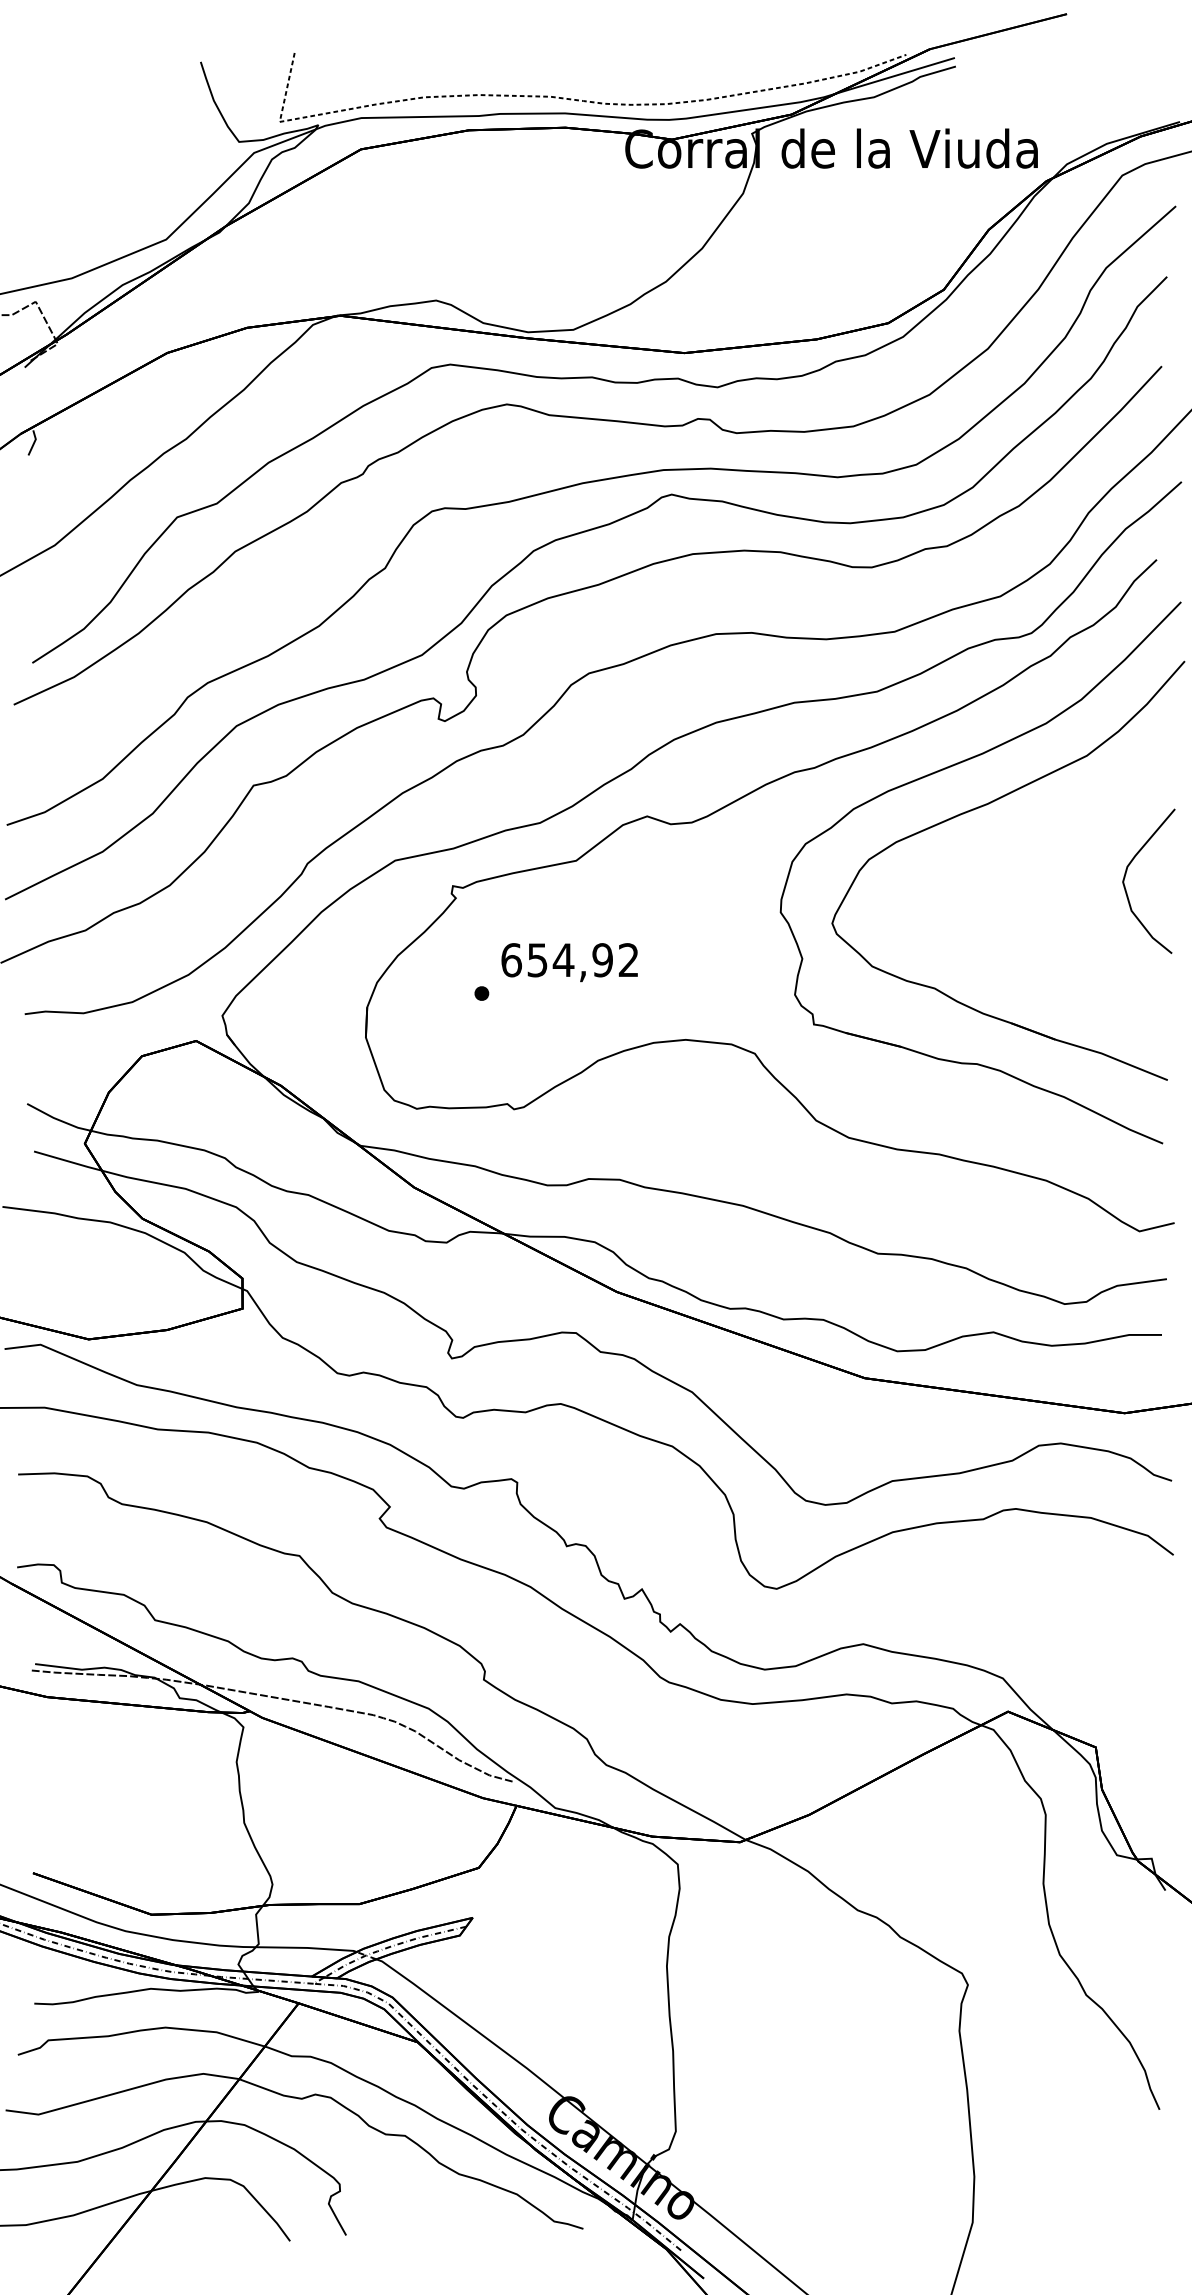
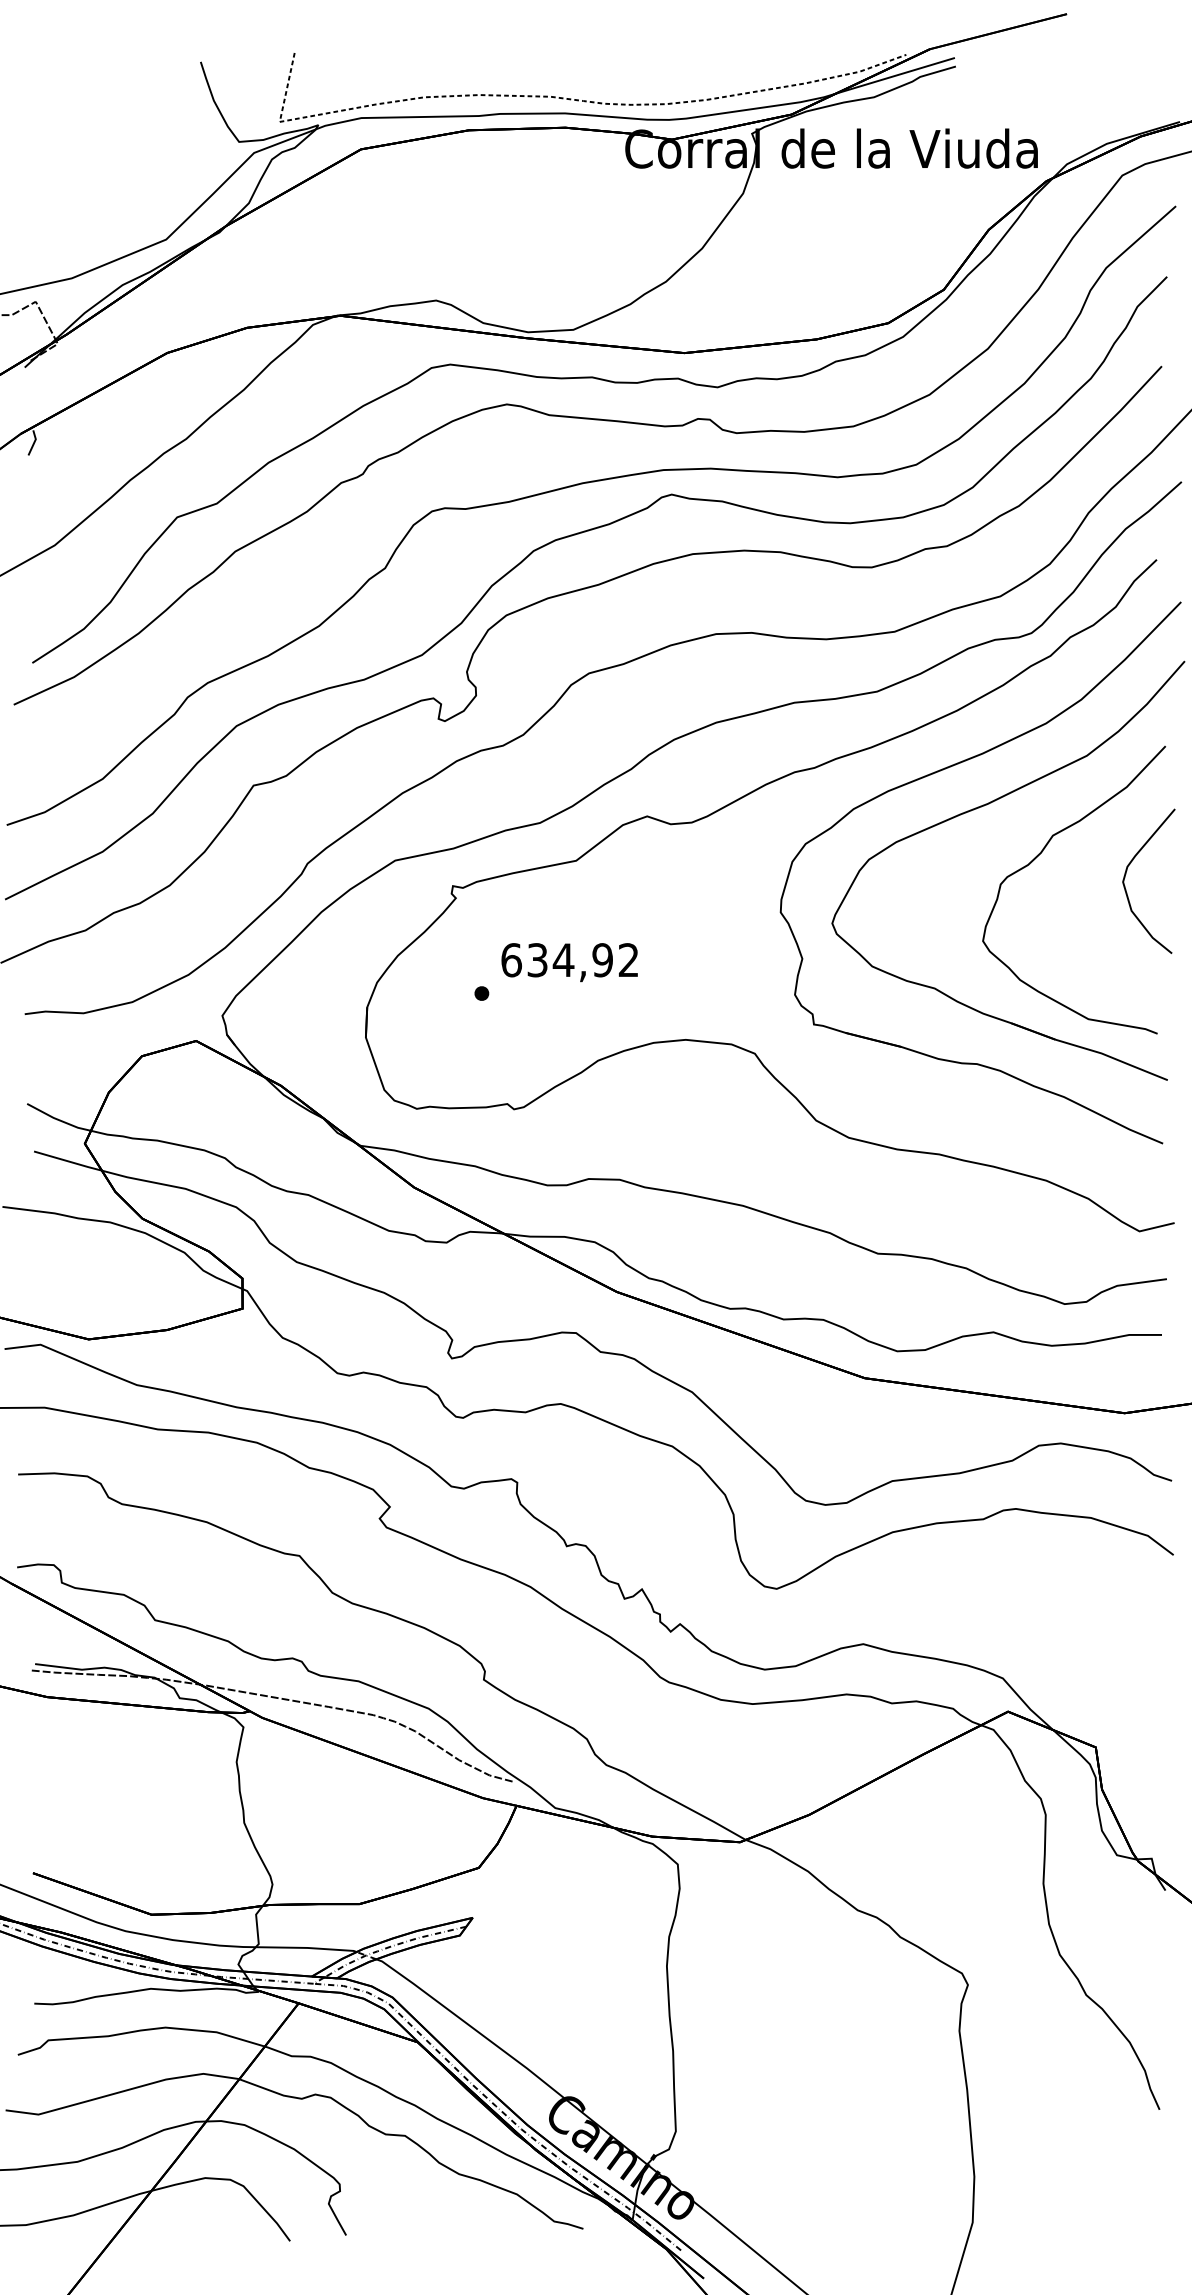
curve at (1040, 854): none -> present
text at (537, 959): 654,92 -> 634,92
